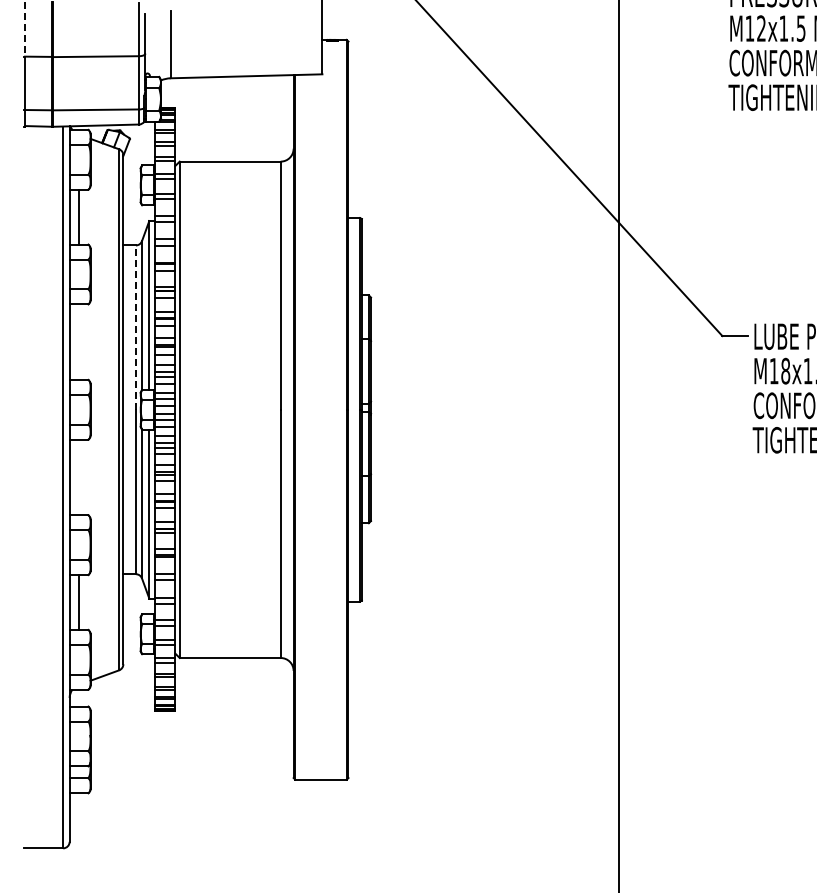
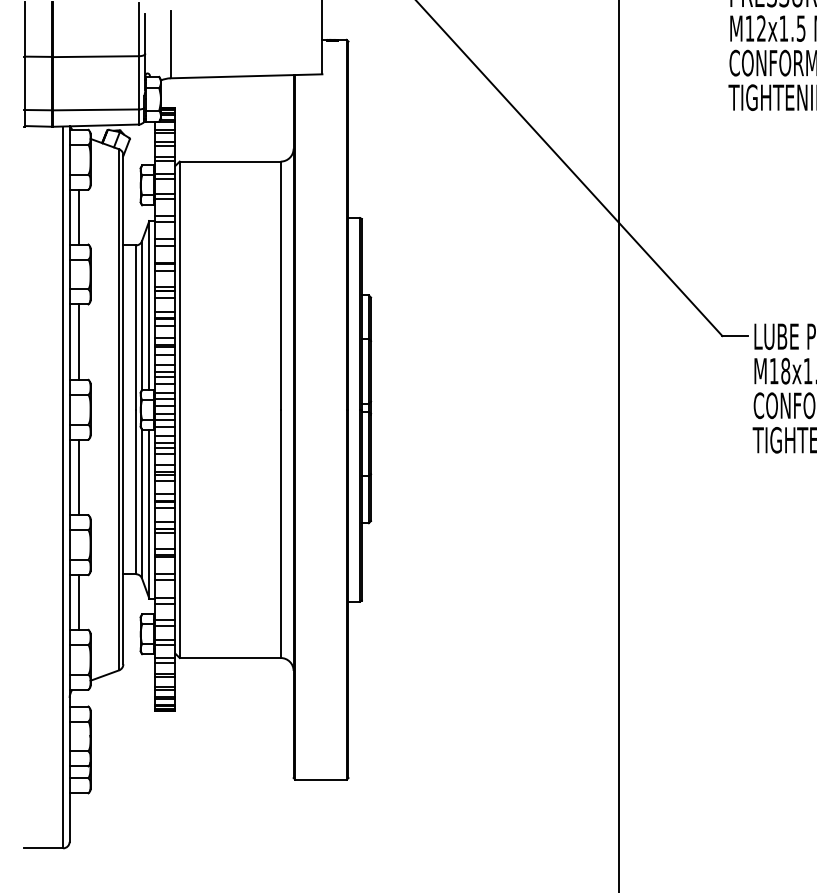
line at (25, 30): dashed -> solid
line at (135, 327): dashed -> solid
line at (78, 341): none -> present
line at (78, 477): none -> present
